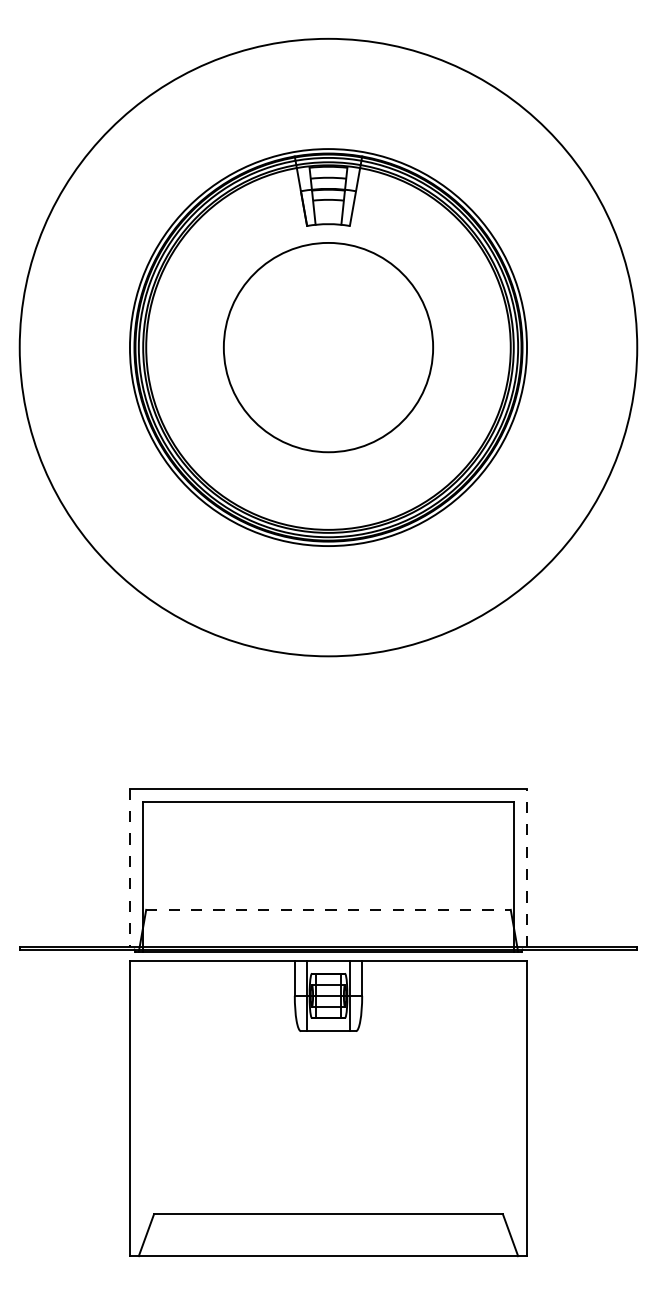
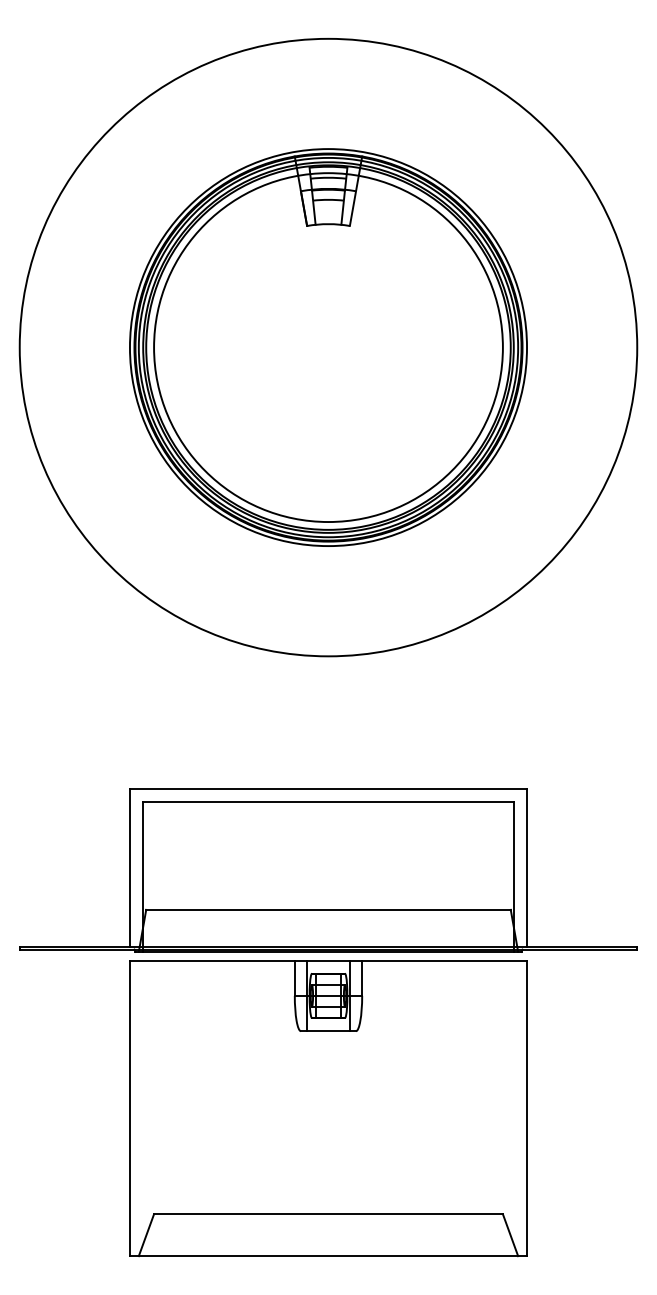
circle at (328, 347) diameter: 209 px -> 349 px
line at (527, 867): dashed -> solid
line at (129, 868): dashed -> solid
line at (328, 909): dashed -> solid
